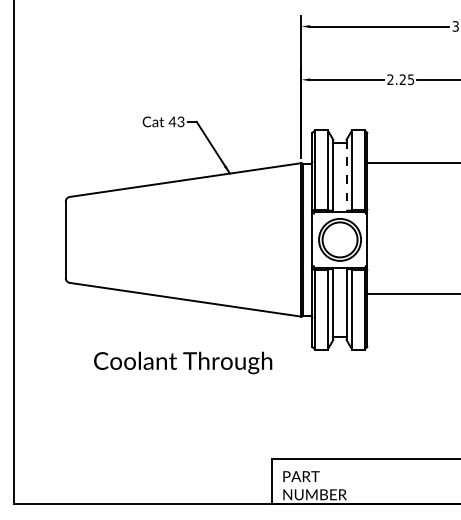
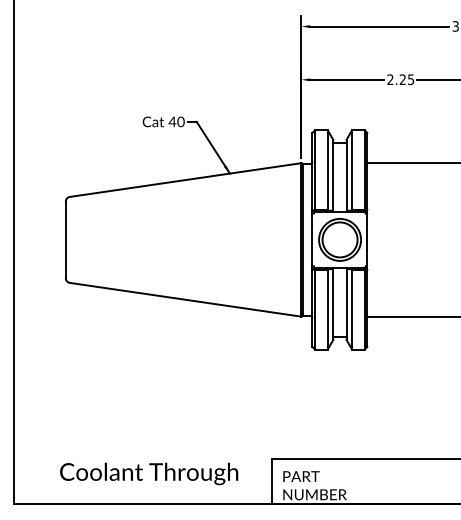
text at (180, 121): 43 -> 40
line at (346, 175): dashed -> solid
line at (412, 293) position: (412, 293) -> (412, 316)
text at (183, 362) position: (183, 362) -> (149, 473)
